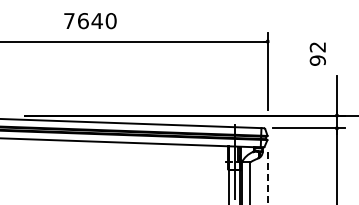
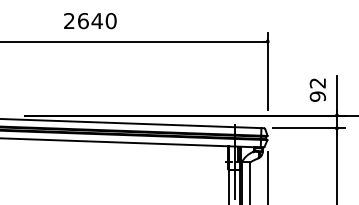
text at (69, 20): 7640 -> 2640
text at (317, 53) position: (317, 53) -> (317, 89)
line at (267, 178): dashed -> solid
